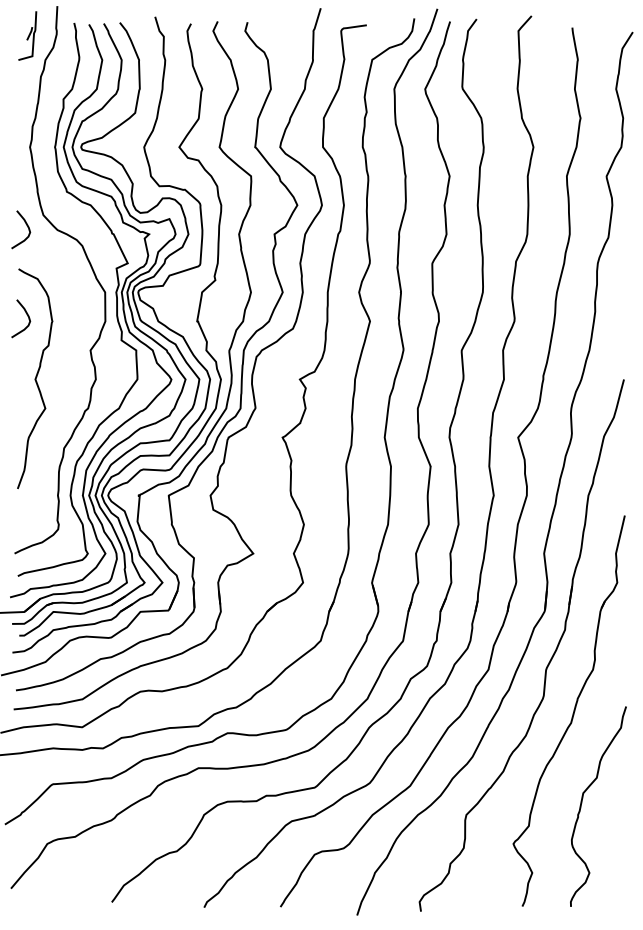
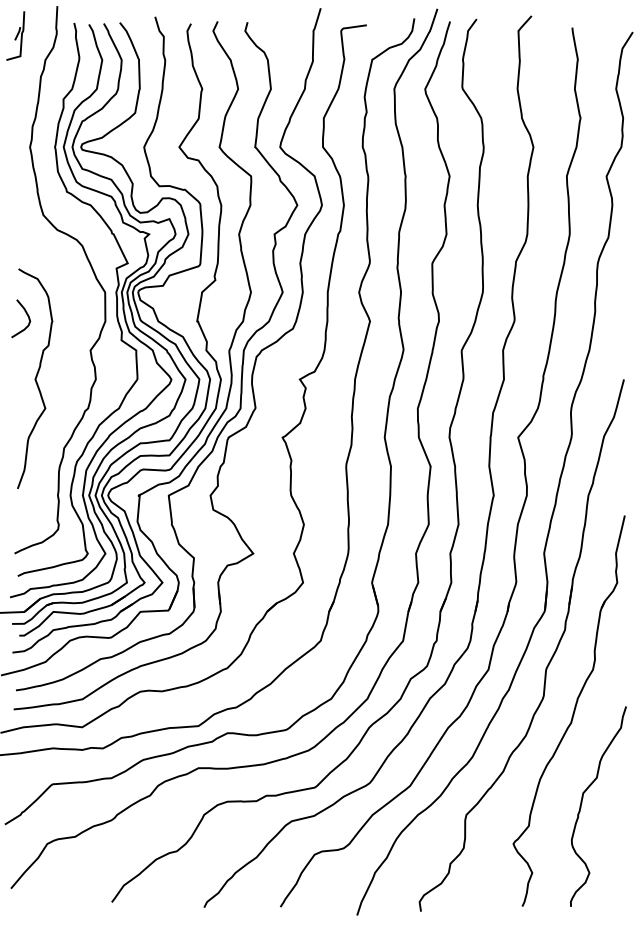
part at (27, 35) position: (27, 35) -> (15, 35)
curve at (27, 227): present -> none
